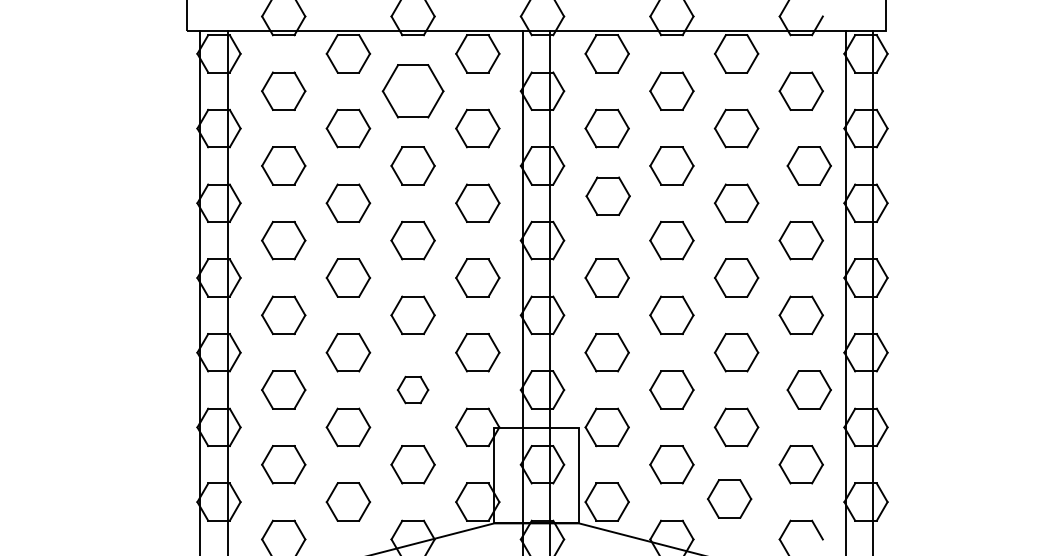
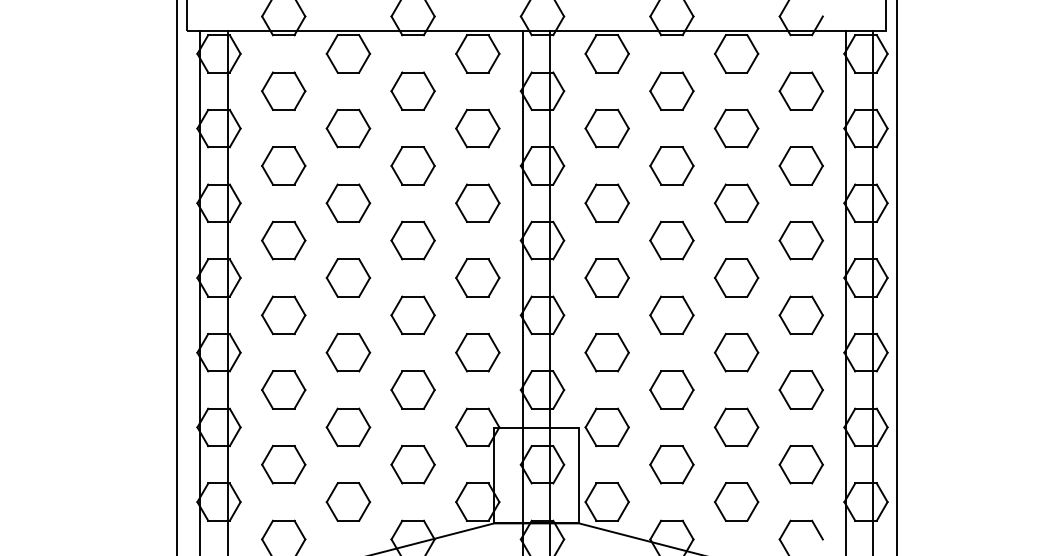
part at (412, 91) size: 64x55 px -> 46x40 px
part at (808, 165) position: (808, 165) -> (800, 165)
part at (607, 195) position: (607, 195) -> (606, 202)
line at (176, 277): none -> present
line at (896, 277): none -> present
part at (412, 389) size: 34x30 px -> 46x40 px
part at (808, 389) position: (808, 389) -> (800, 389)
part at (729, 498) position: (729, 498) -> (736, 501)
